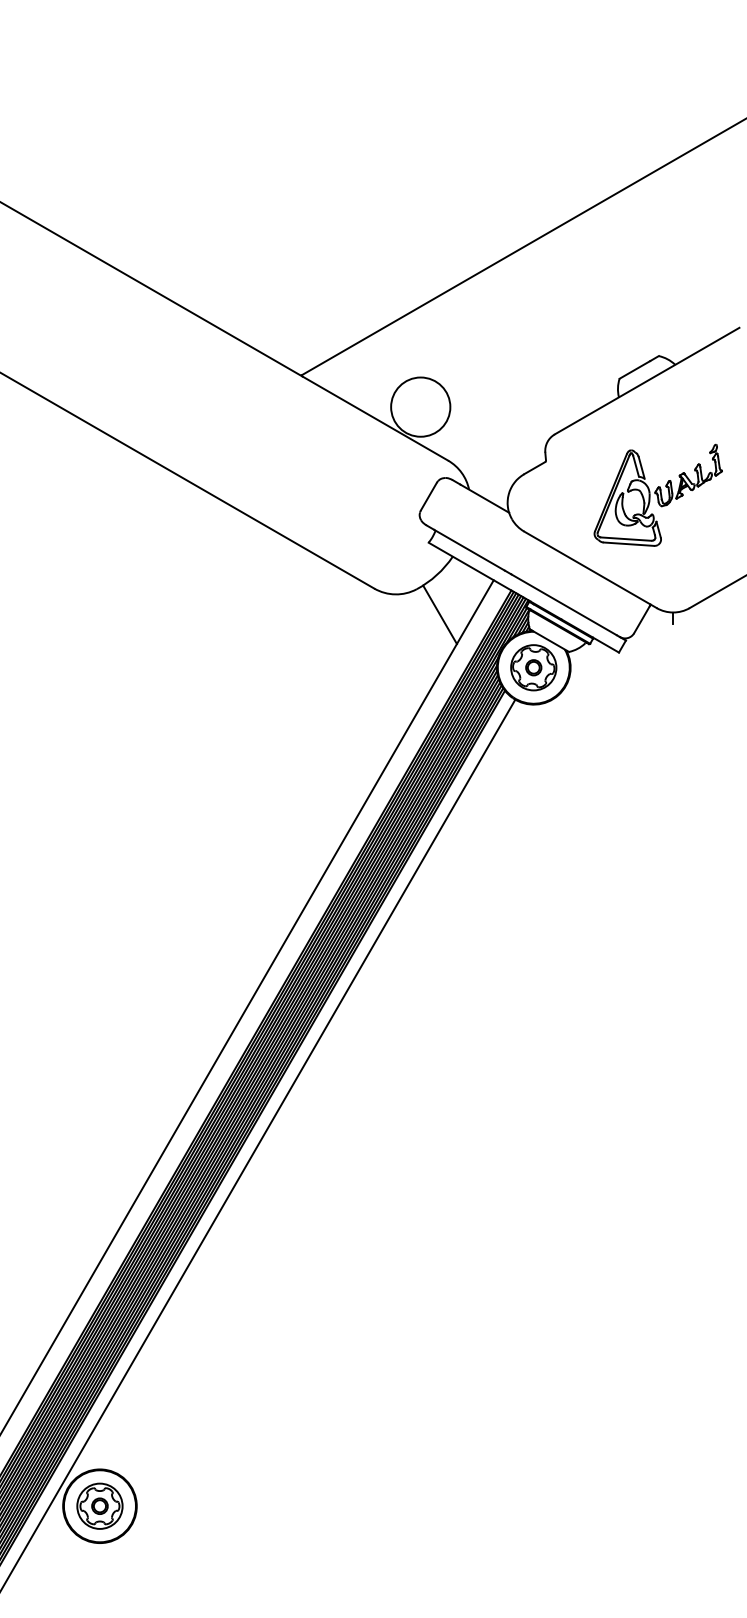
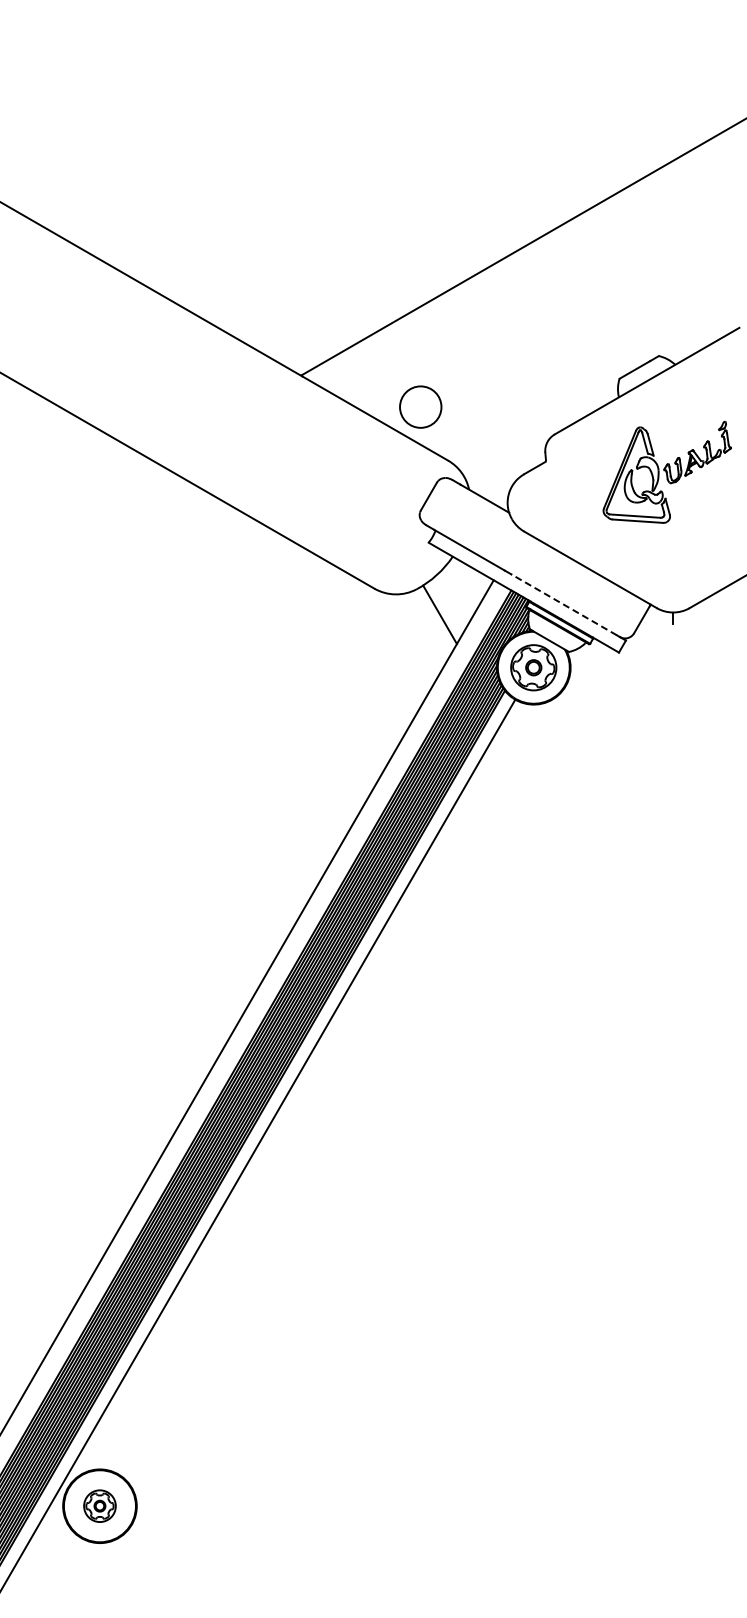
circle at (420, 406) diameter: 59 px -> 41 px
part at (657, 494) position: (657, 494) -> (666, 471)
line at (564, 604): solid -> dashed
part at (99, 1505) size: 48x48 px -> 34x34 px
